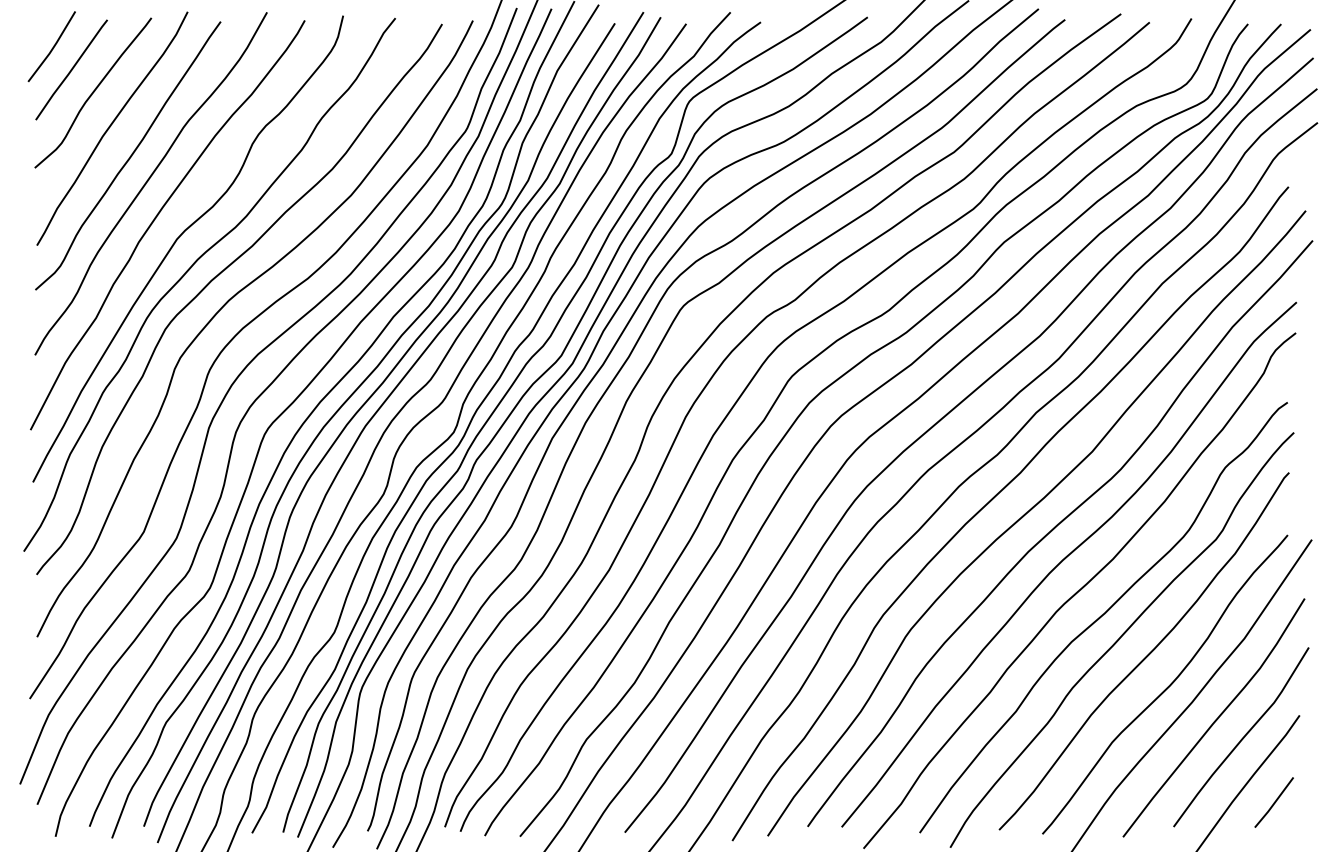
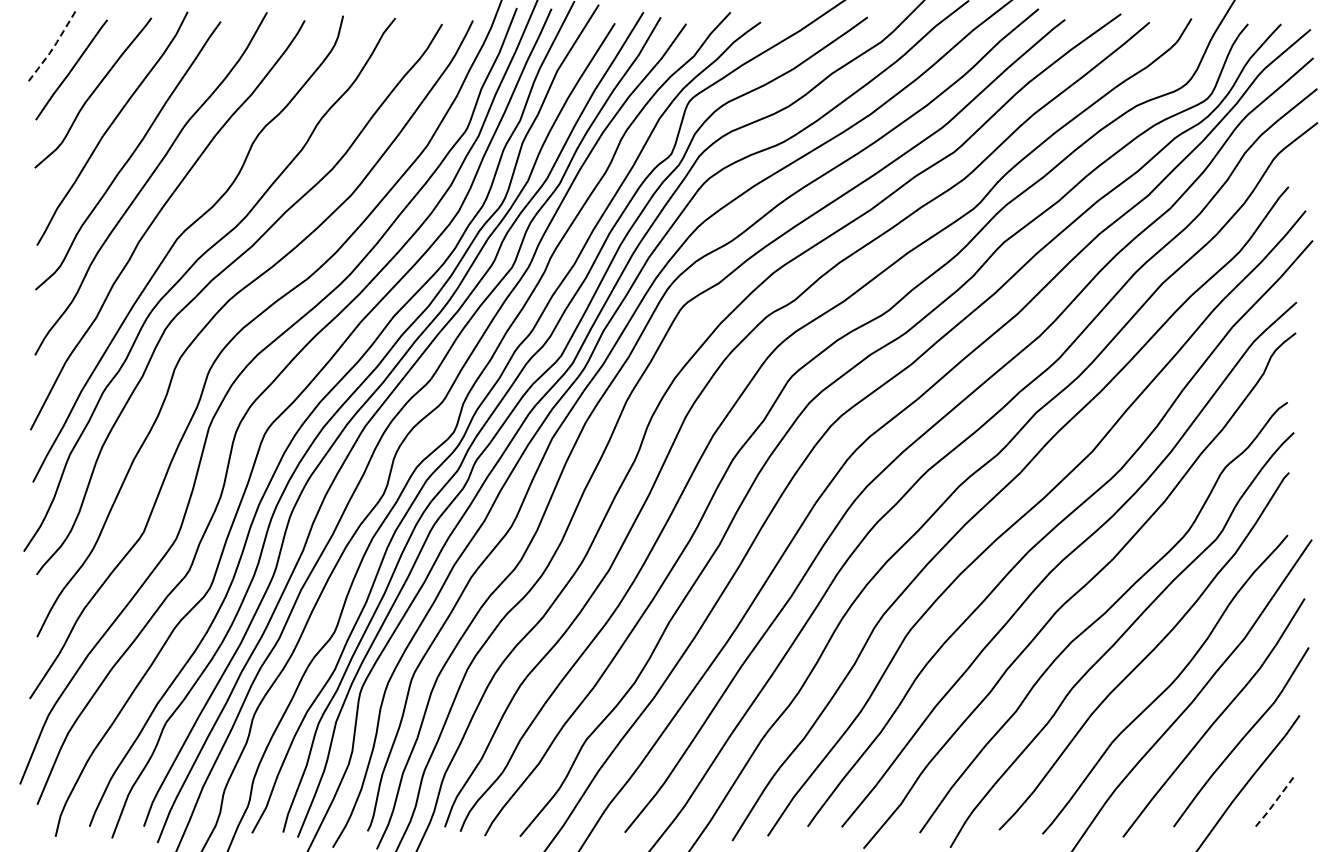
line at (53, 48): solid -> dashed
line at (1274, 803): solid -> dashed
